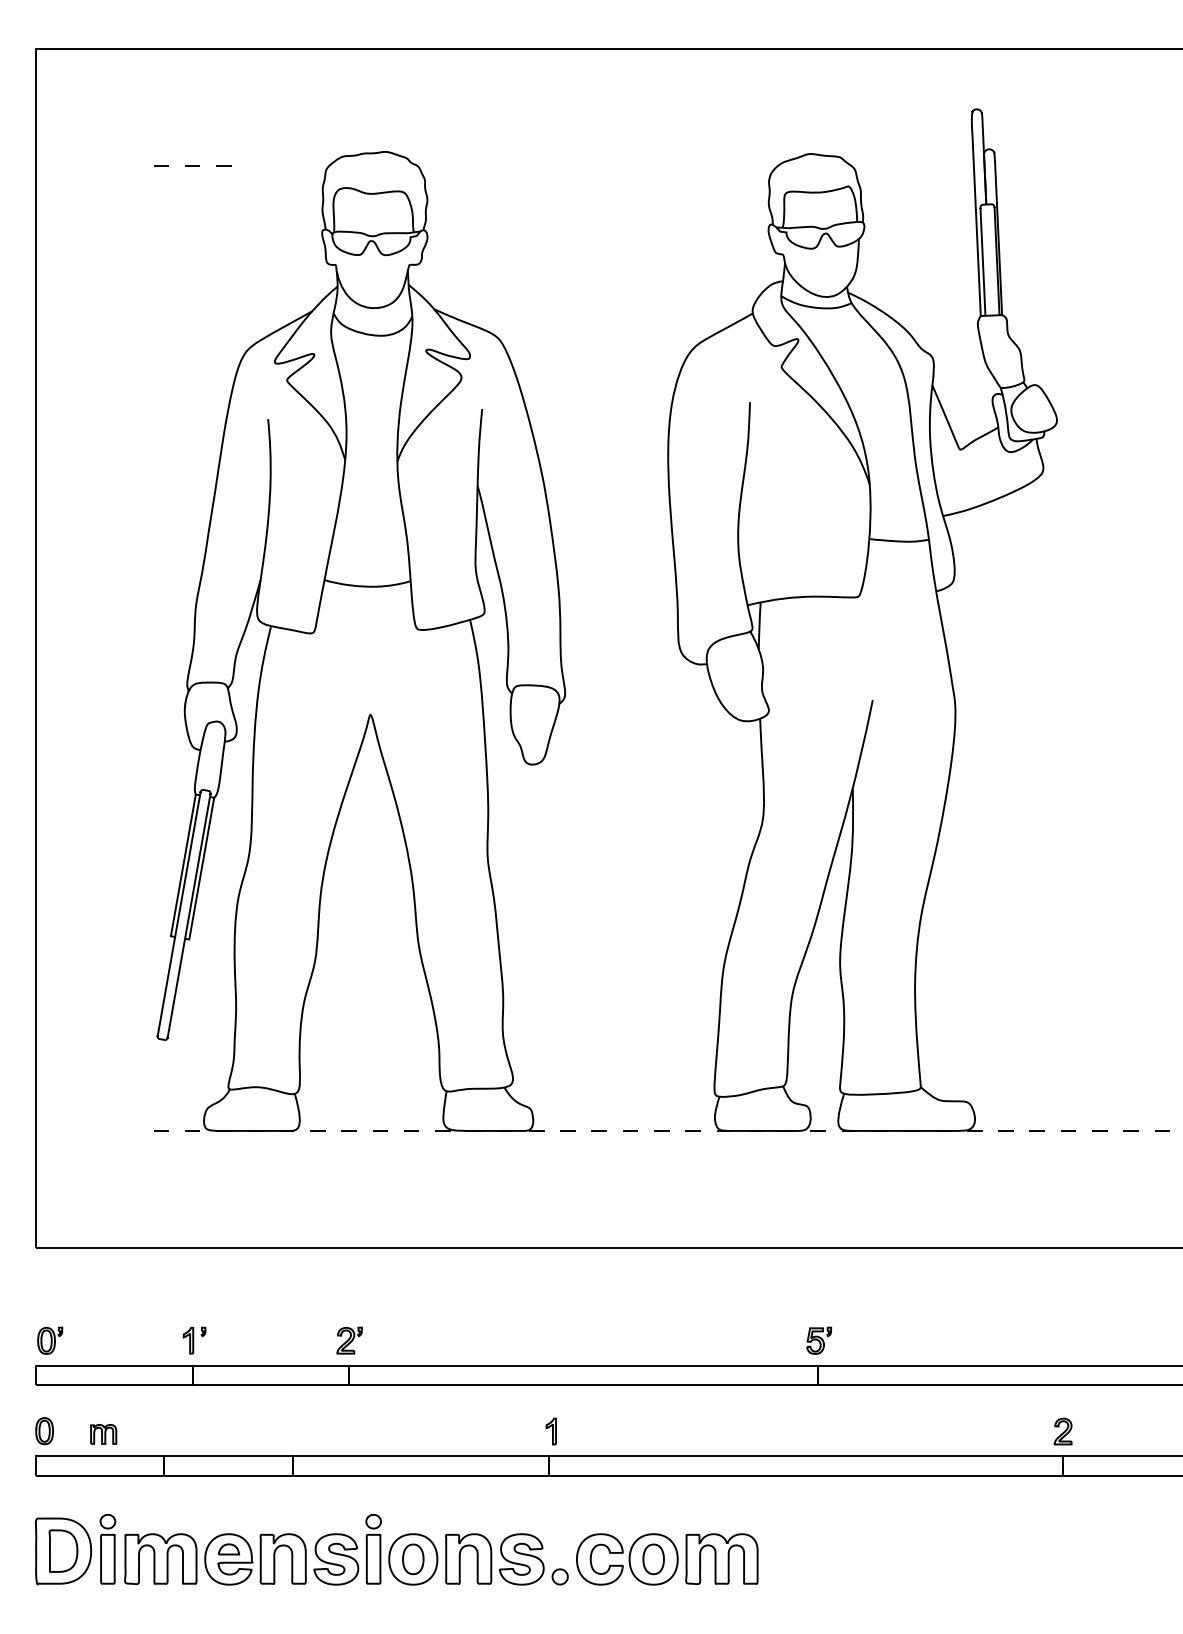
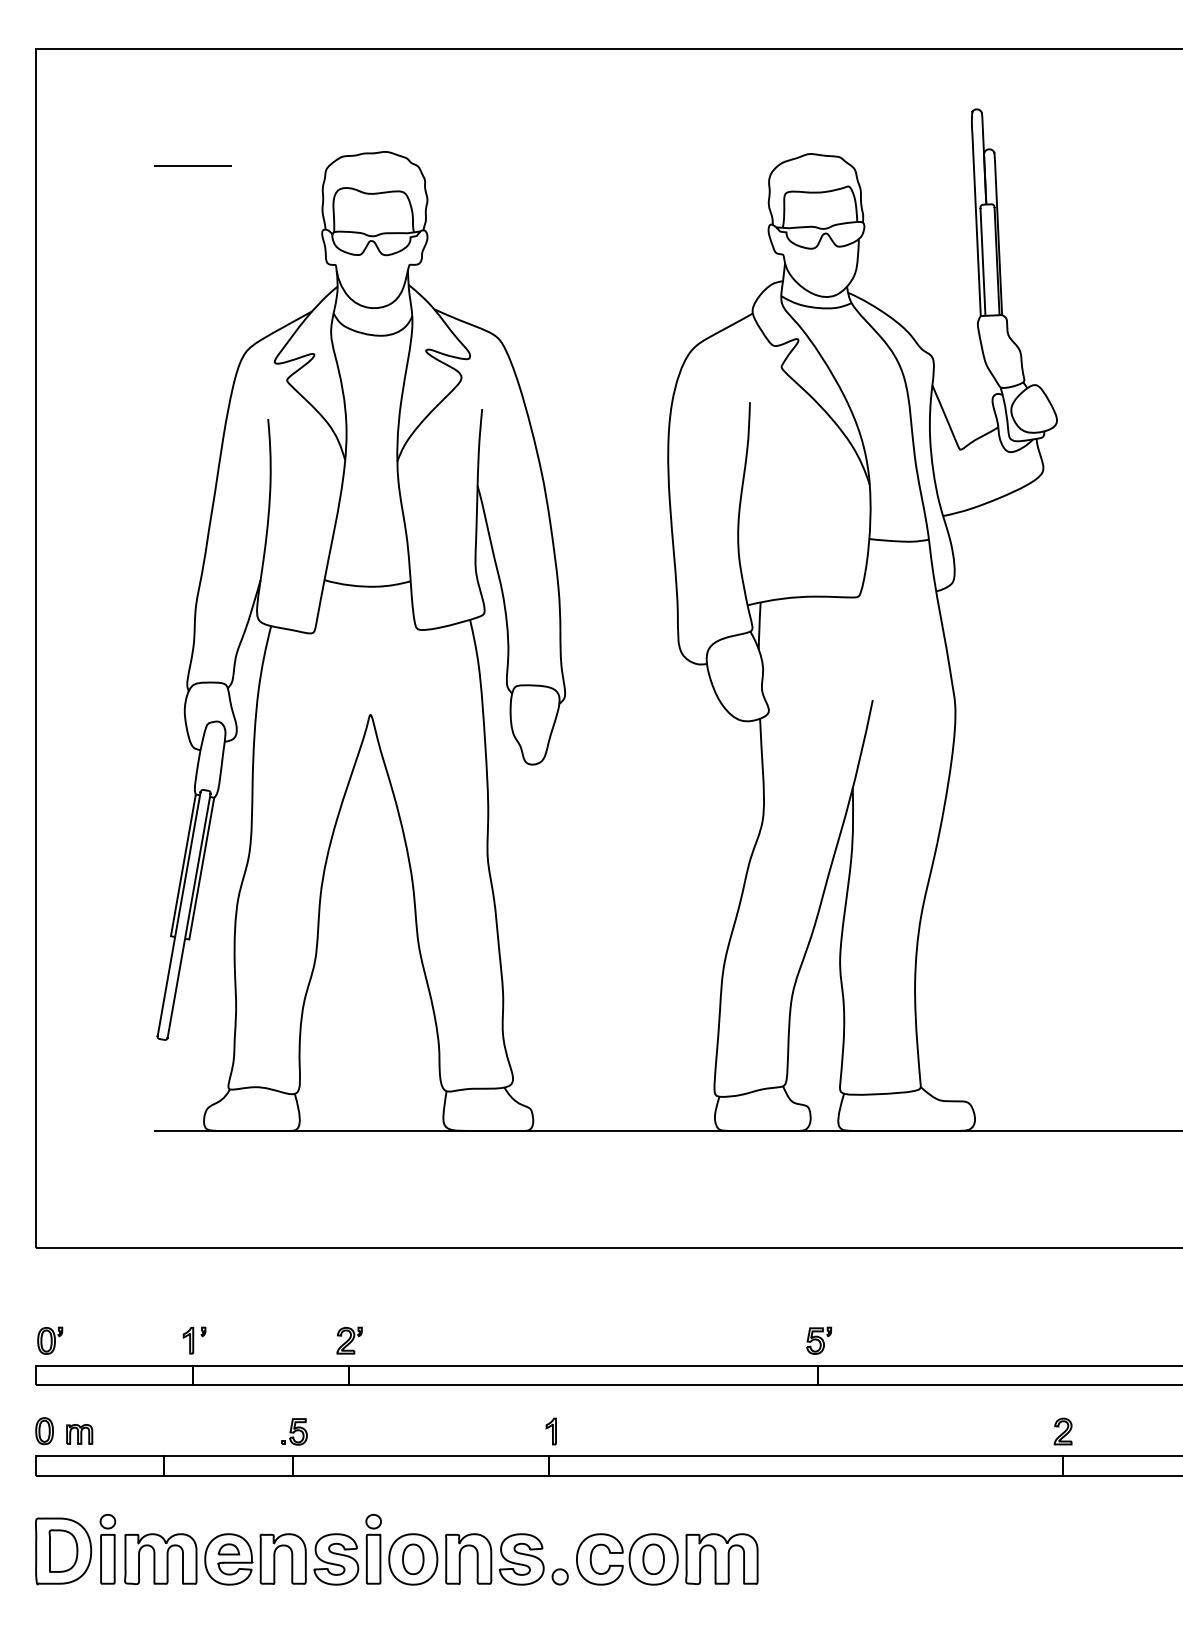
line at (193, 166): dashed -> solid
line at (668, 1130): dashed -> solid
part at (294, 1431): none -> present
part at (103, 1434) position: (103, 1434) -> (79, 1434)
